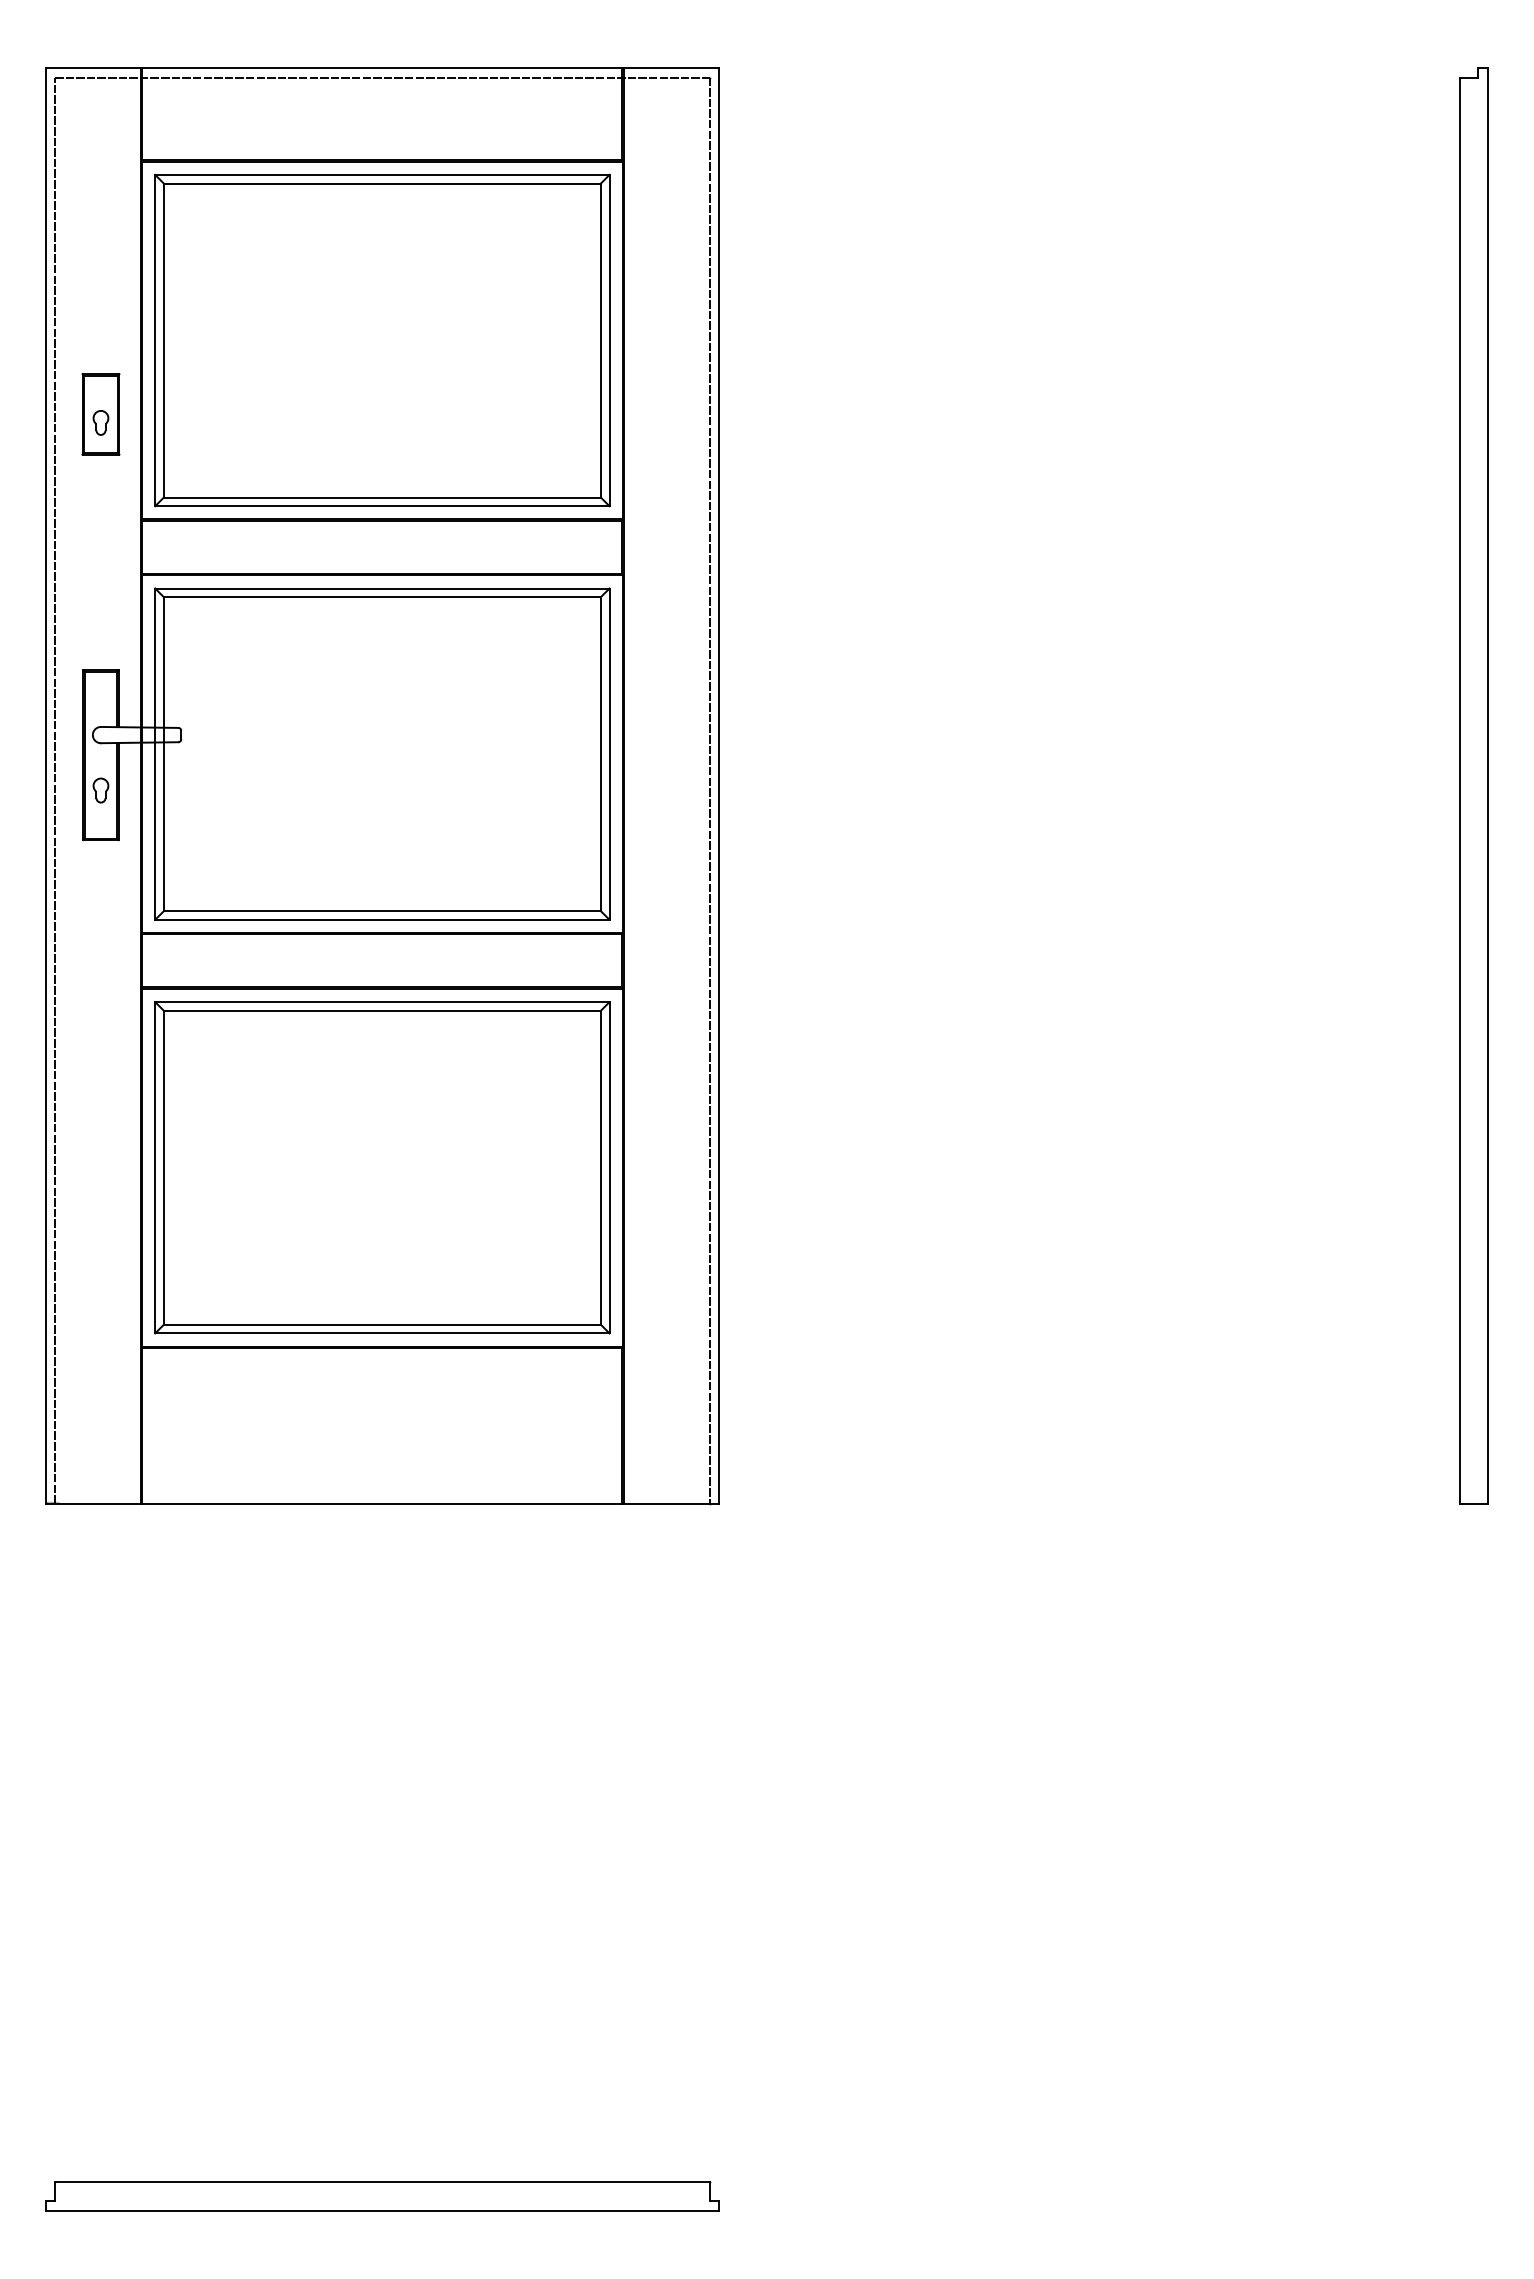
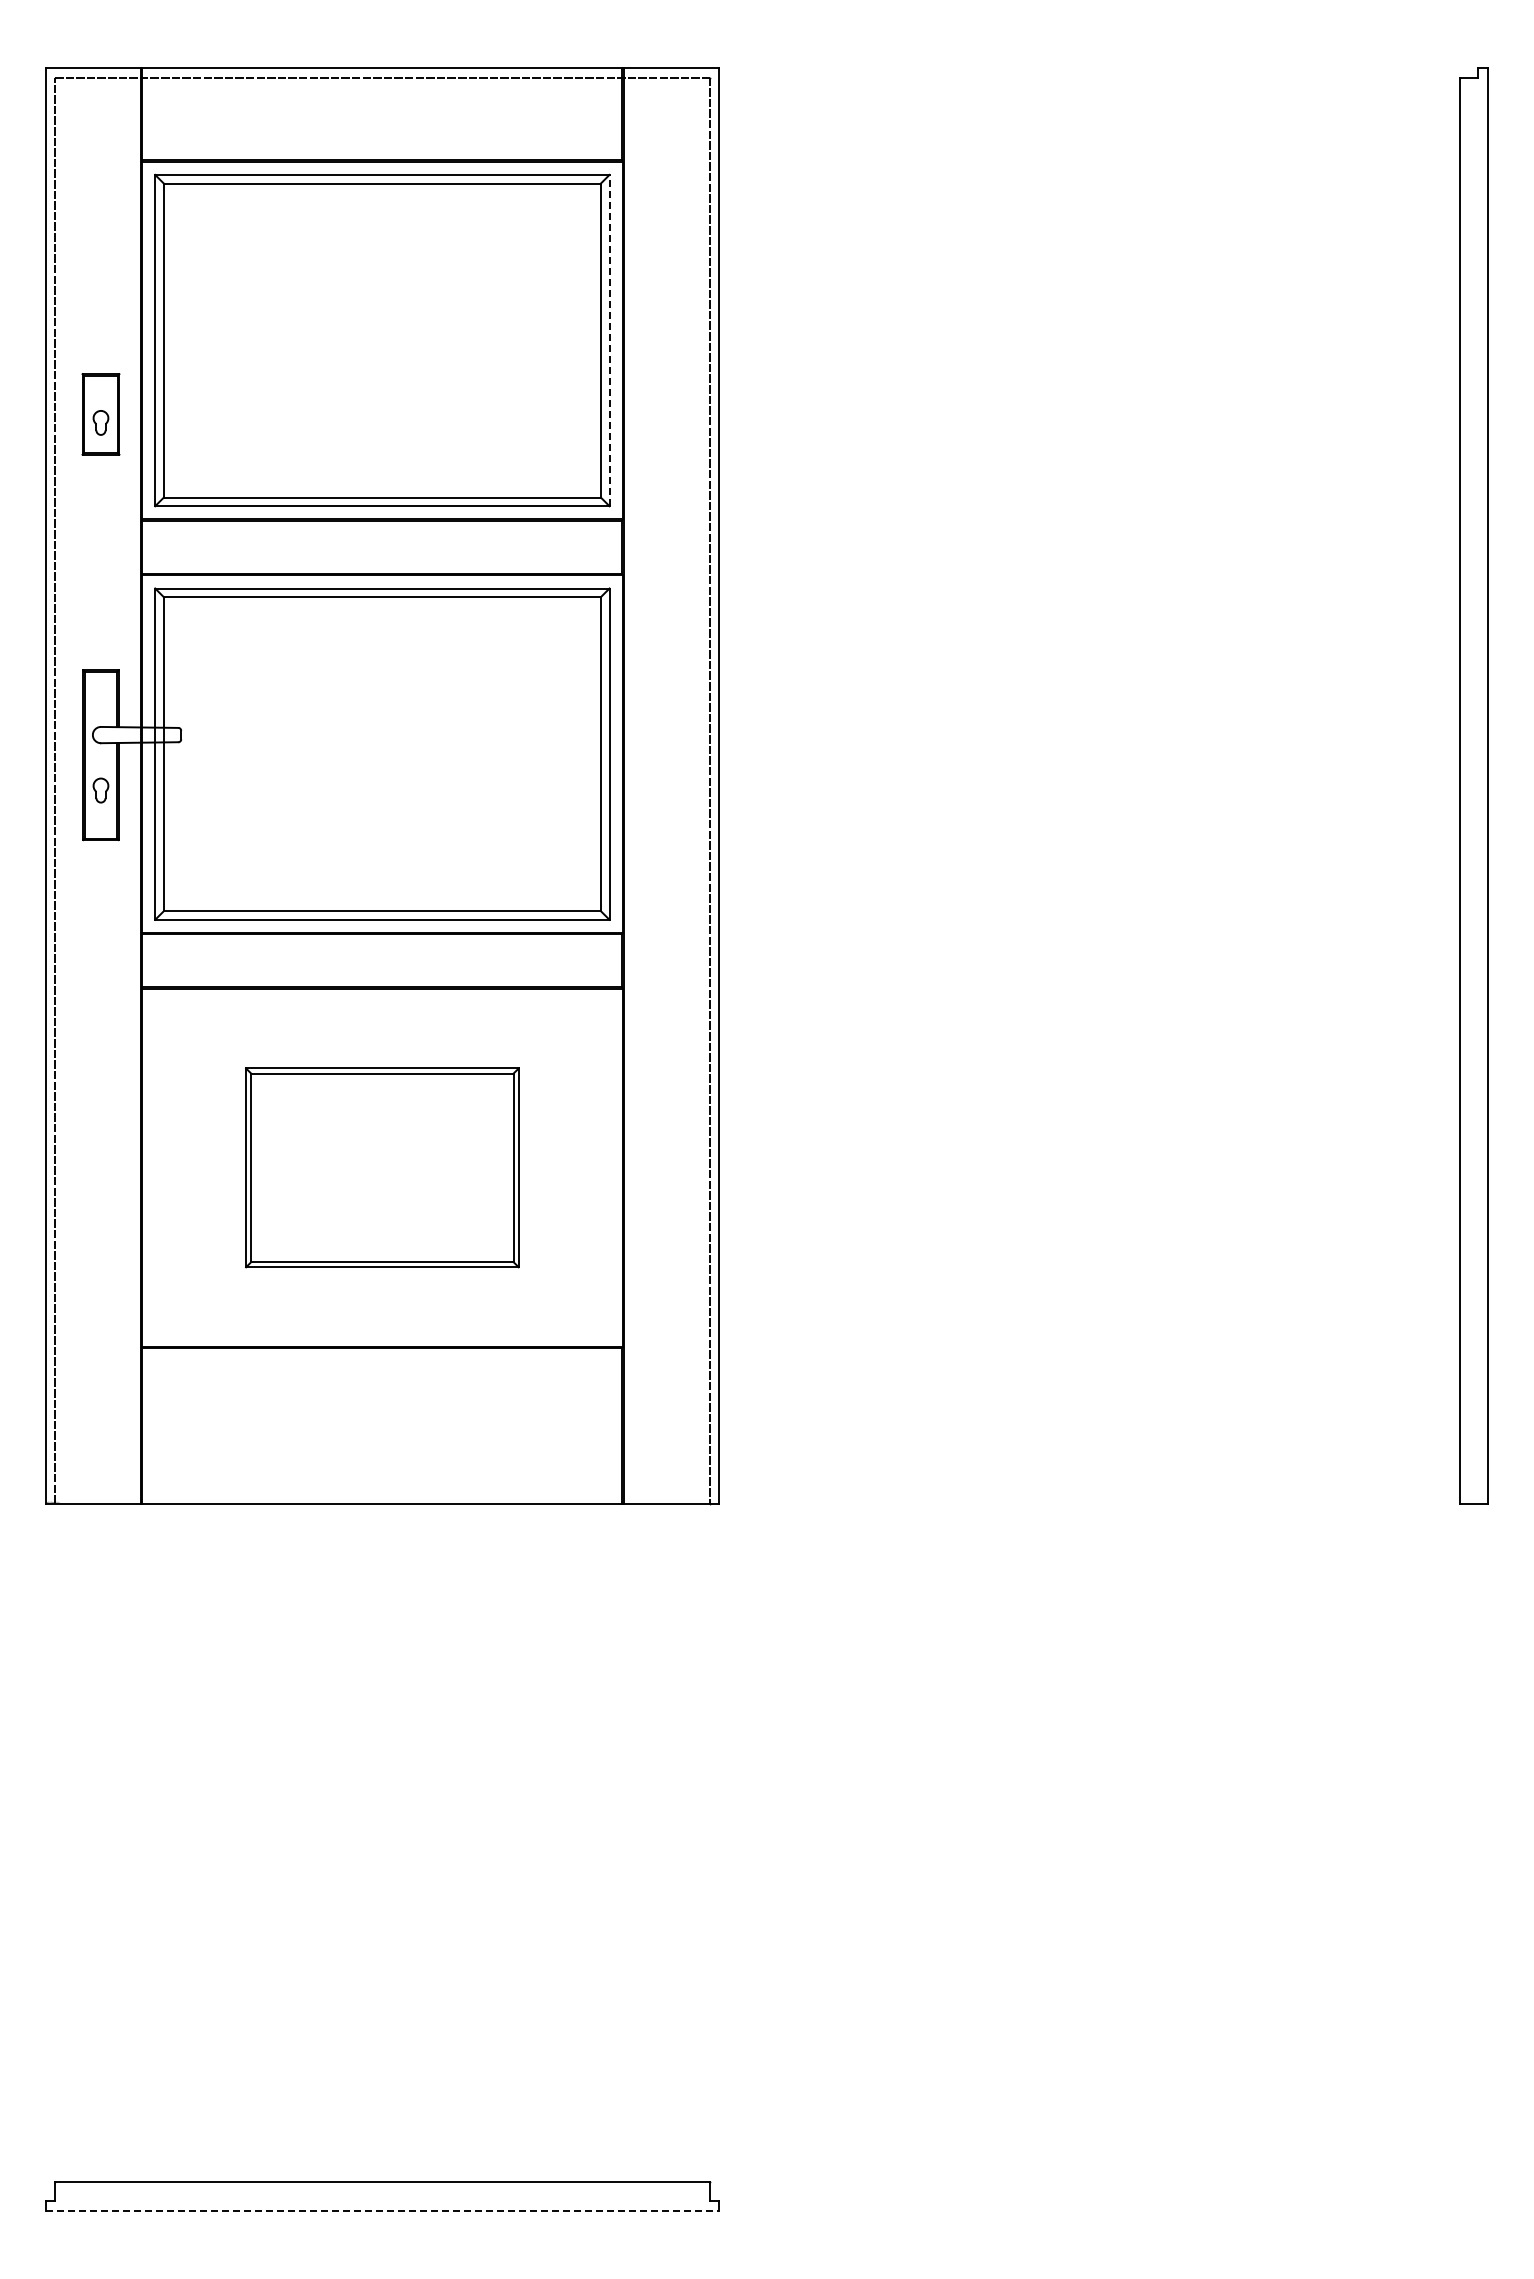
line at (609, 340): solid -> dashed
part at (382, 1167) size: 457x334 px -> 275x202 px
line at (382, 2210): solid -> dashed
